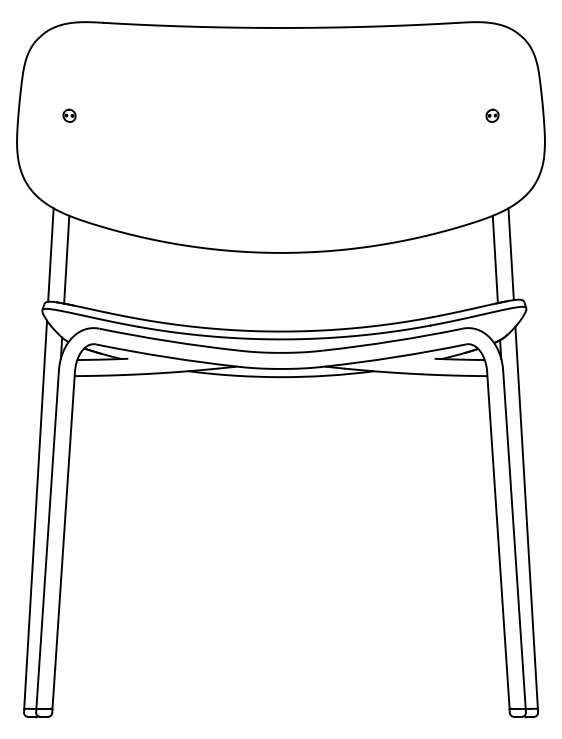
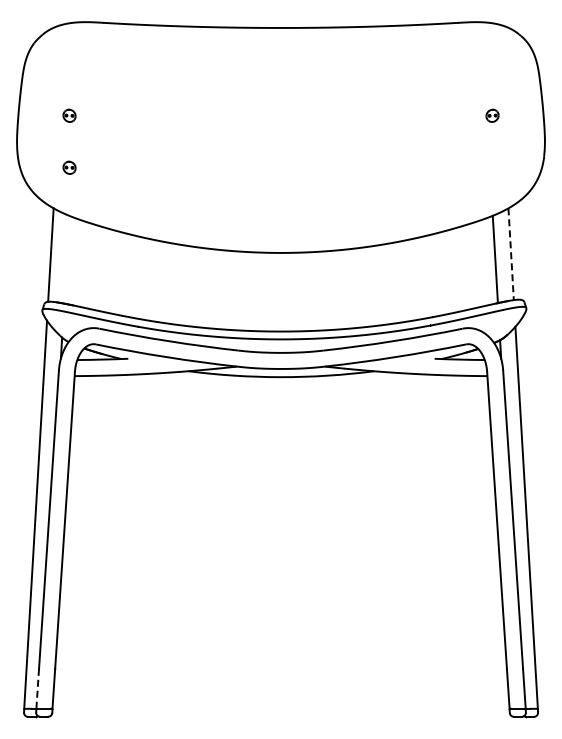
part at (69, 167): none -> present
line at (511, 254): solid -> dashed
line at (66, 259): present -> none
line at (37, 688): solid -> dashed
